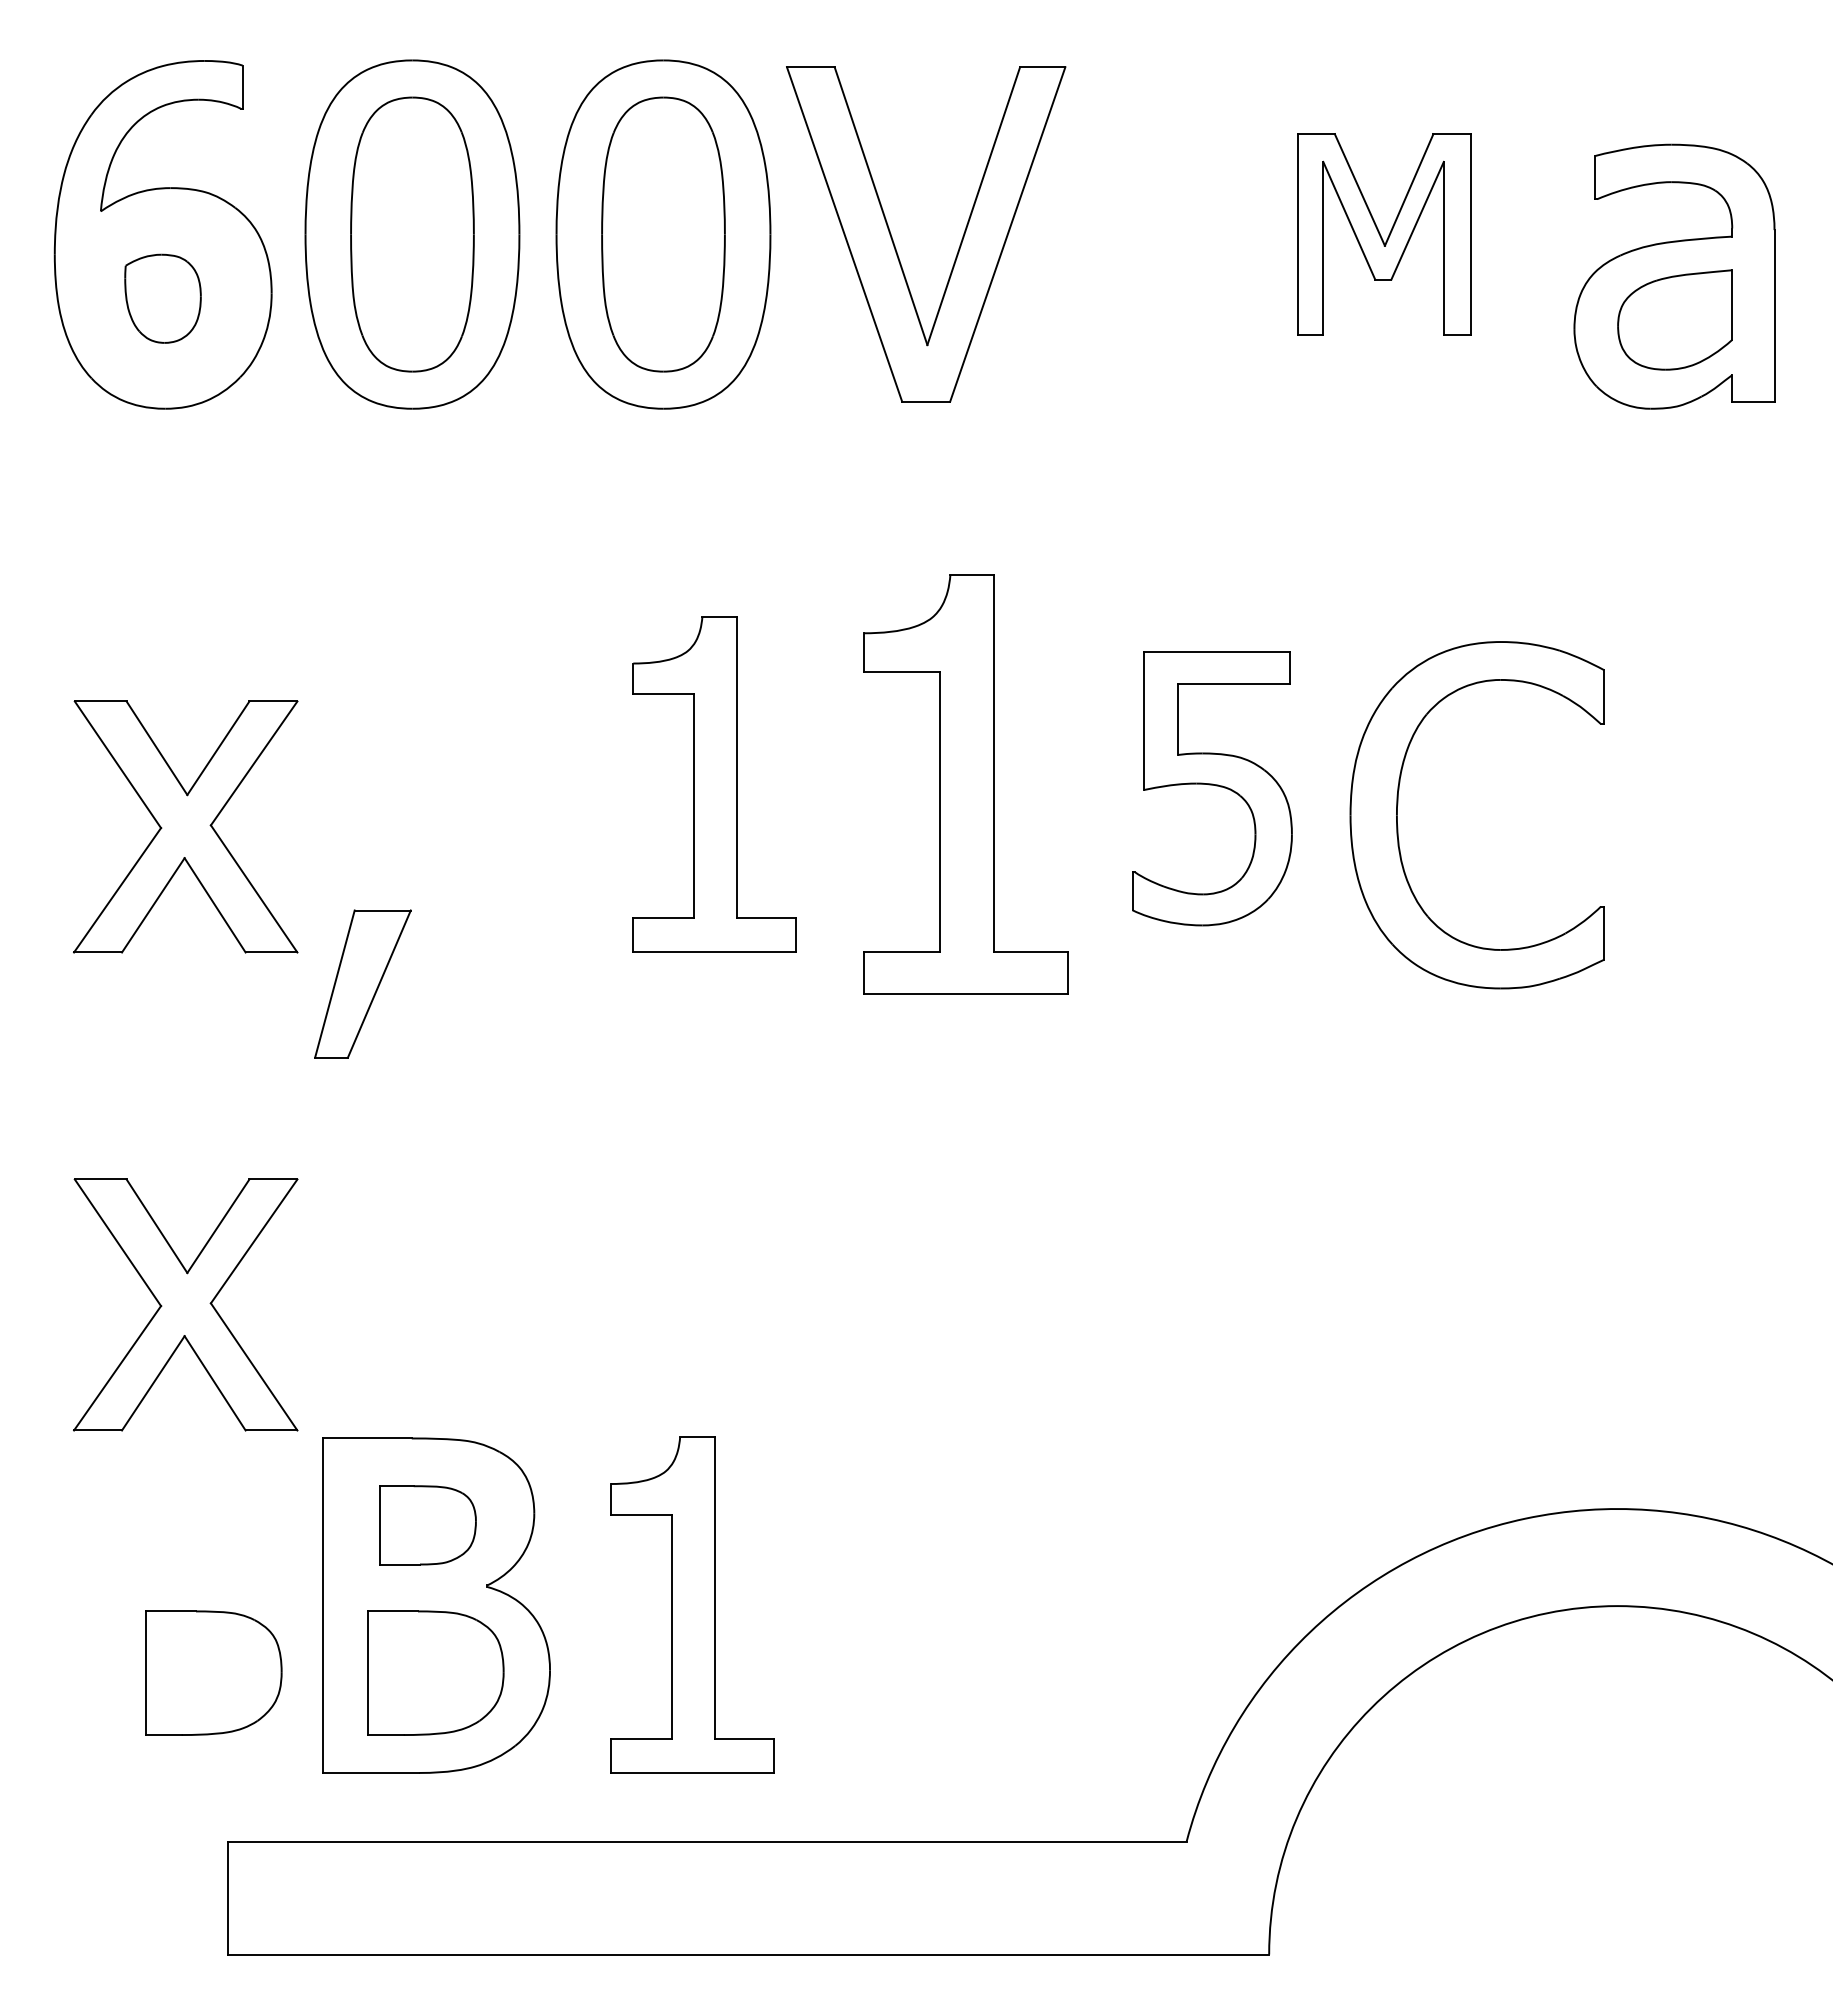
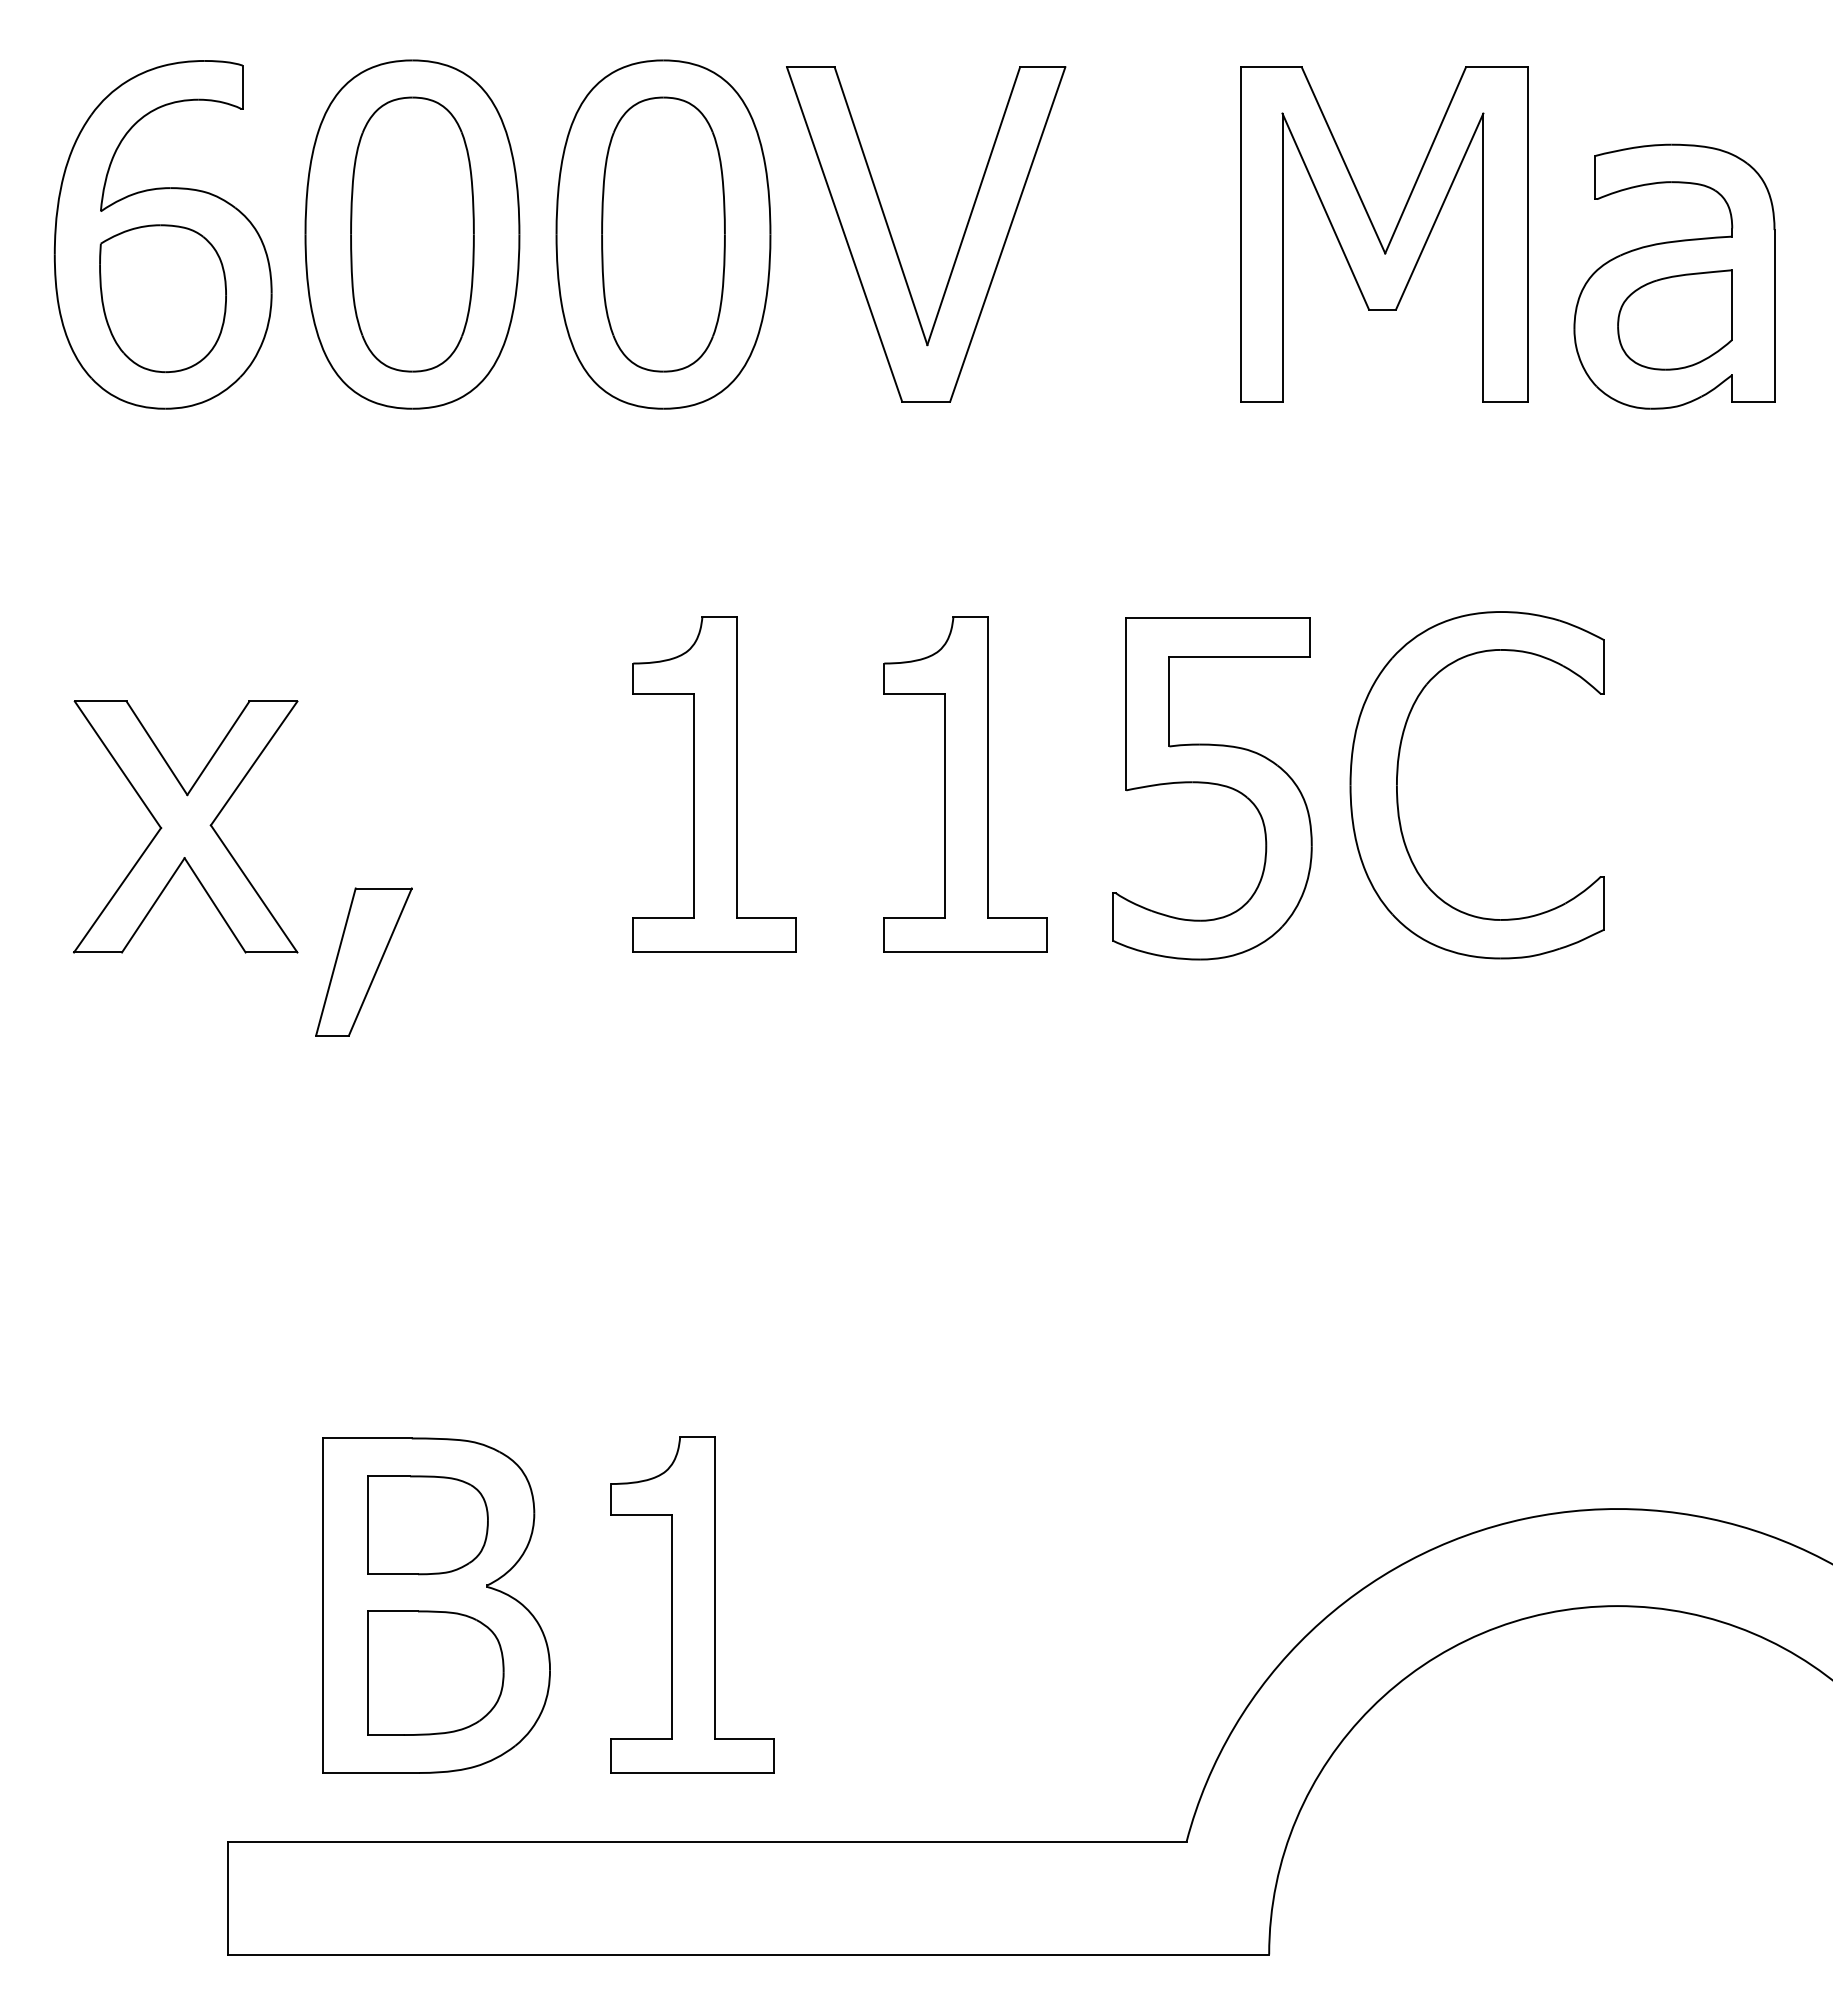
part at (1384, 234) size: 175x203 px -> 289x337 px
part at (162, 298) size: 78x91 px -> 128x150 px
part at (965, 784) size: 206x421 px -> 165x337 px
part at (1212, 788) size: 161x276 px -> 201x344 px
part at (1398, 804) position: (1398, 804) -> (1398, 774)
part at (362, 983) position: (362, 983) -> (363, 961)
part at (185, 1304): present -> none
part at (427, 1525) size: 98x81 px -> 122x101 px
part at (213, 1672): present -> none
